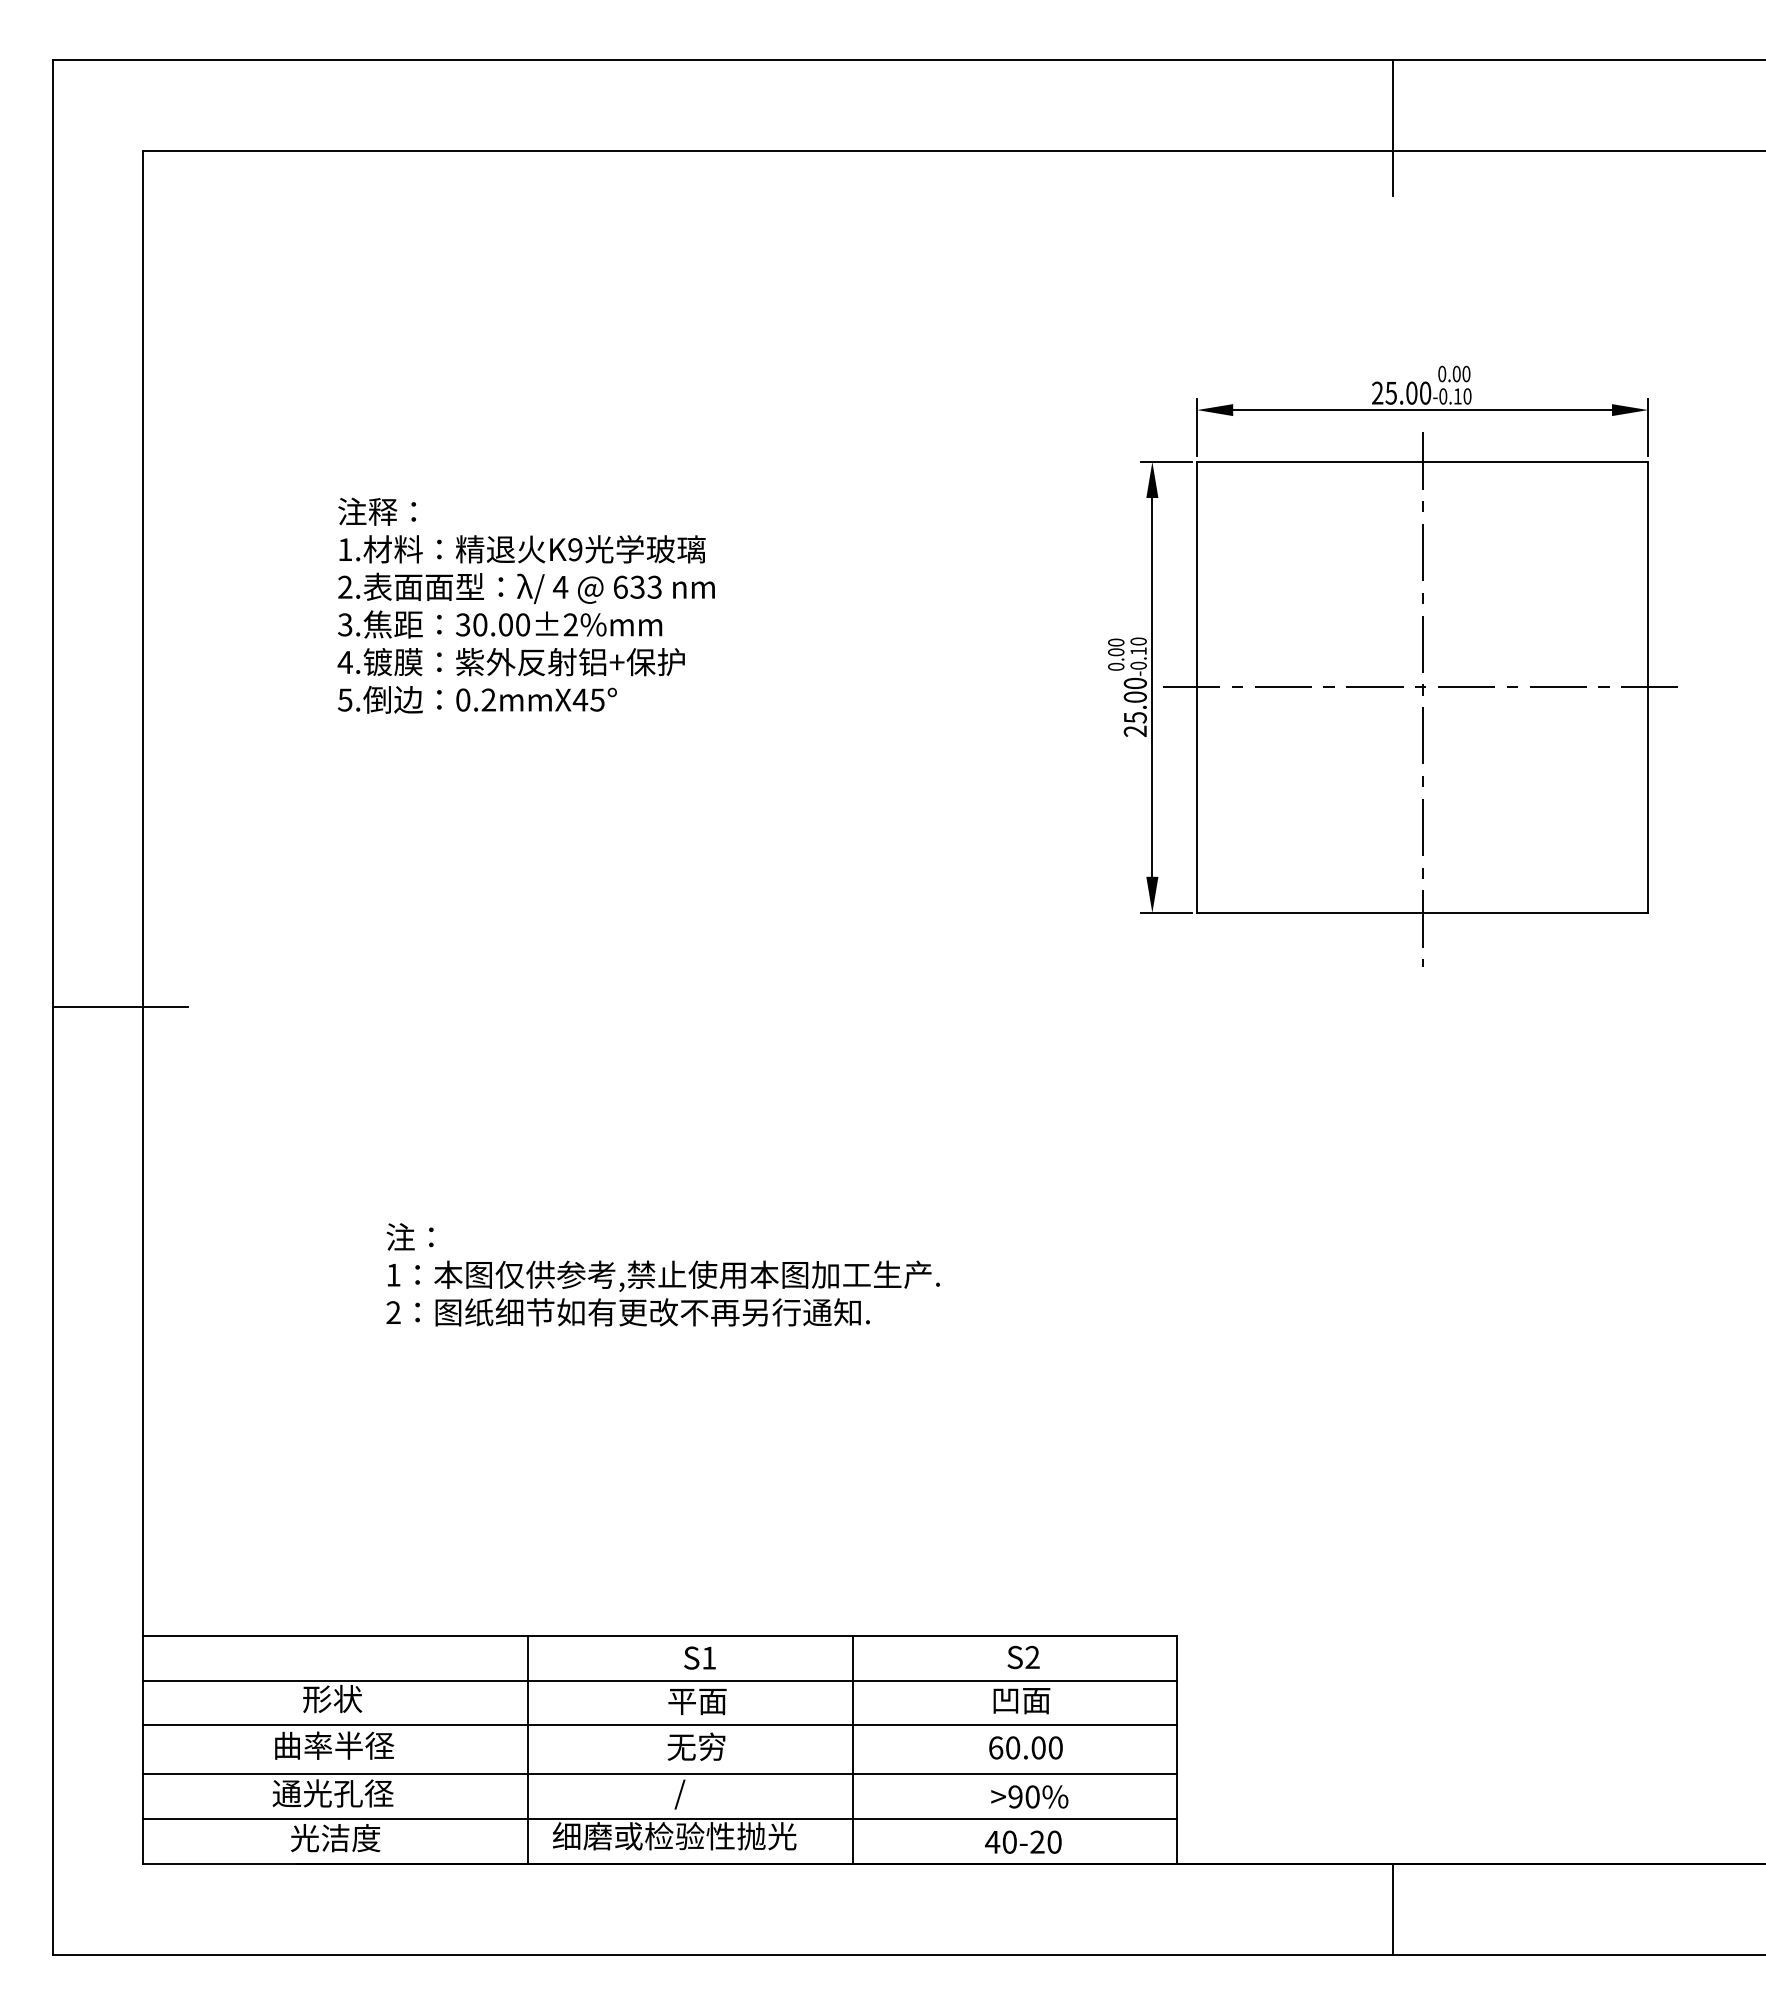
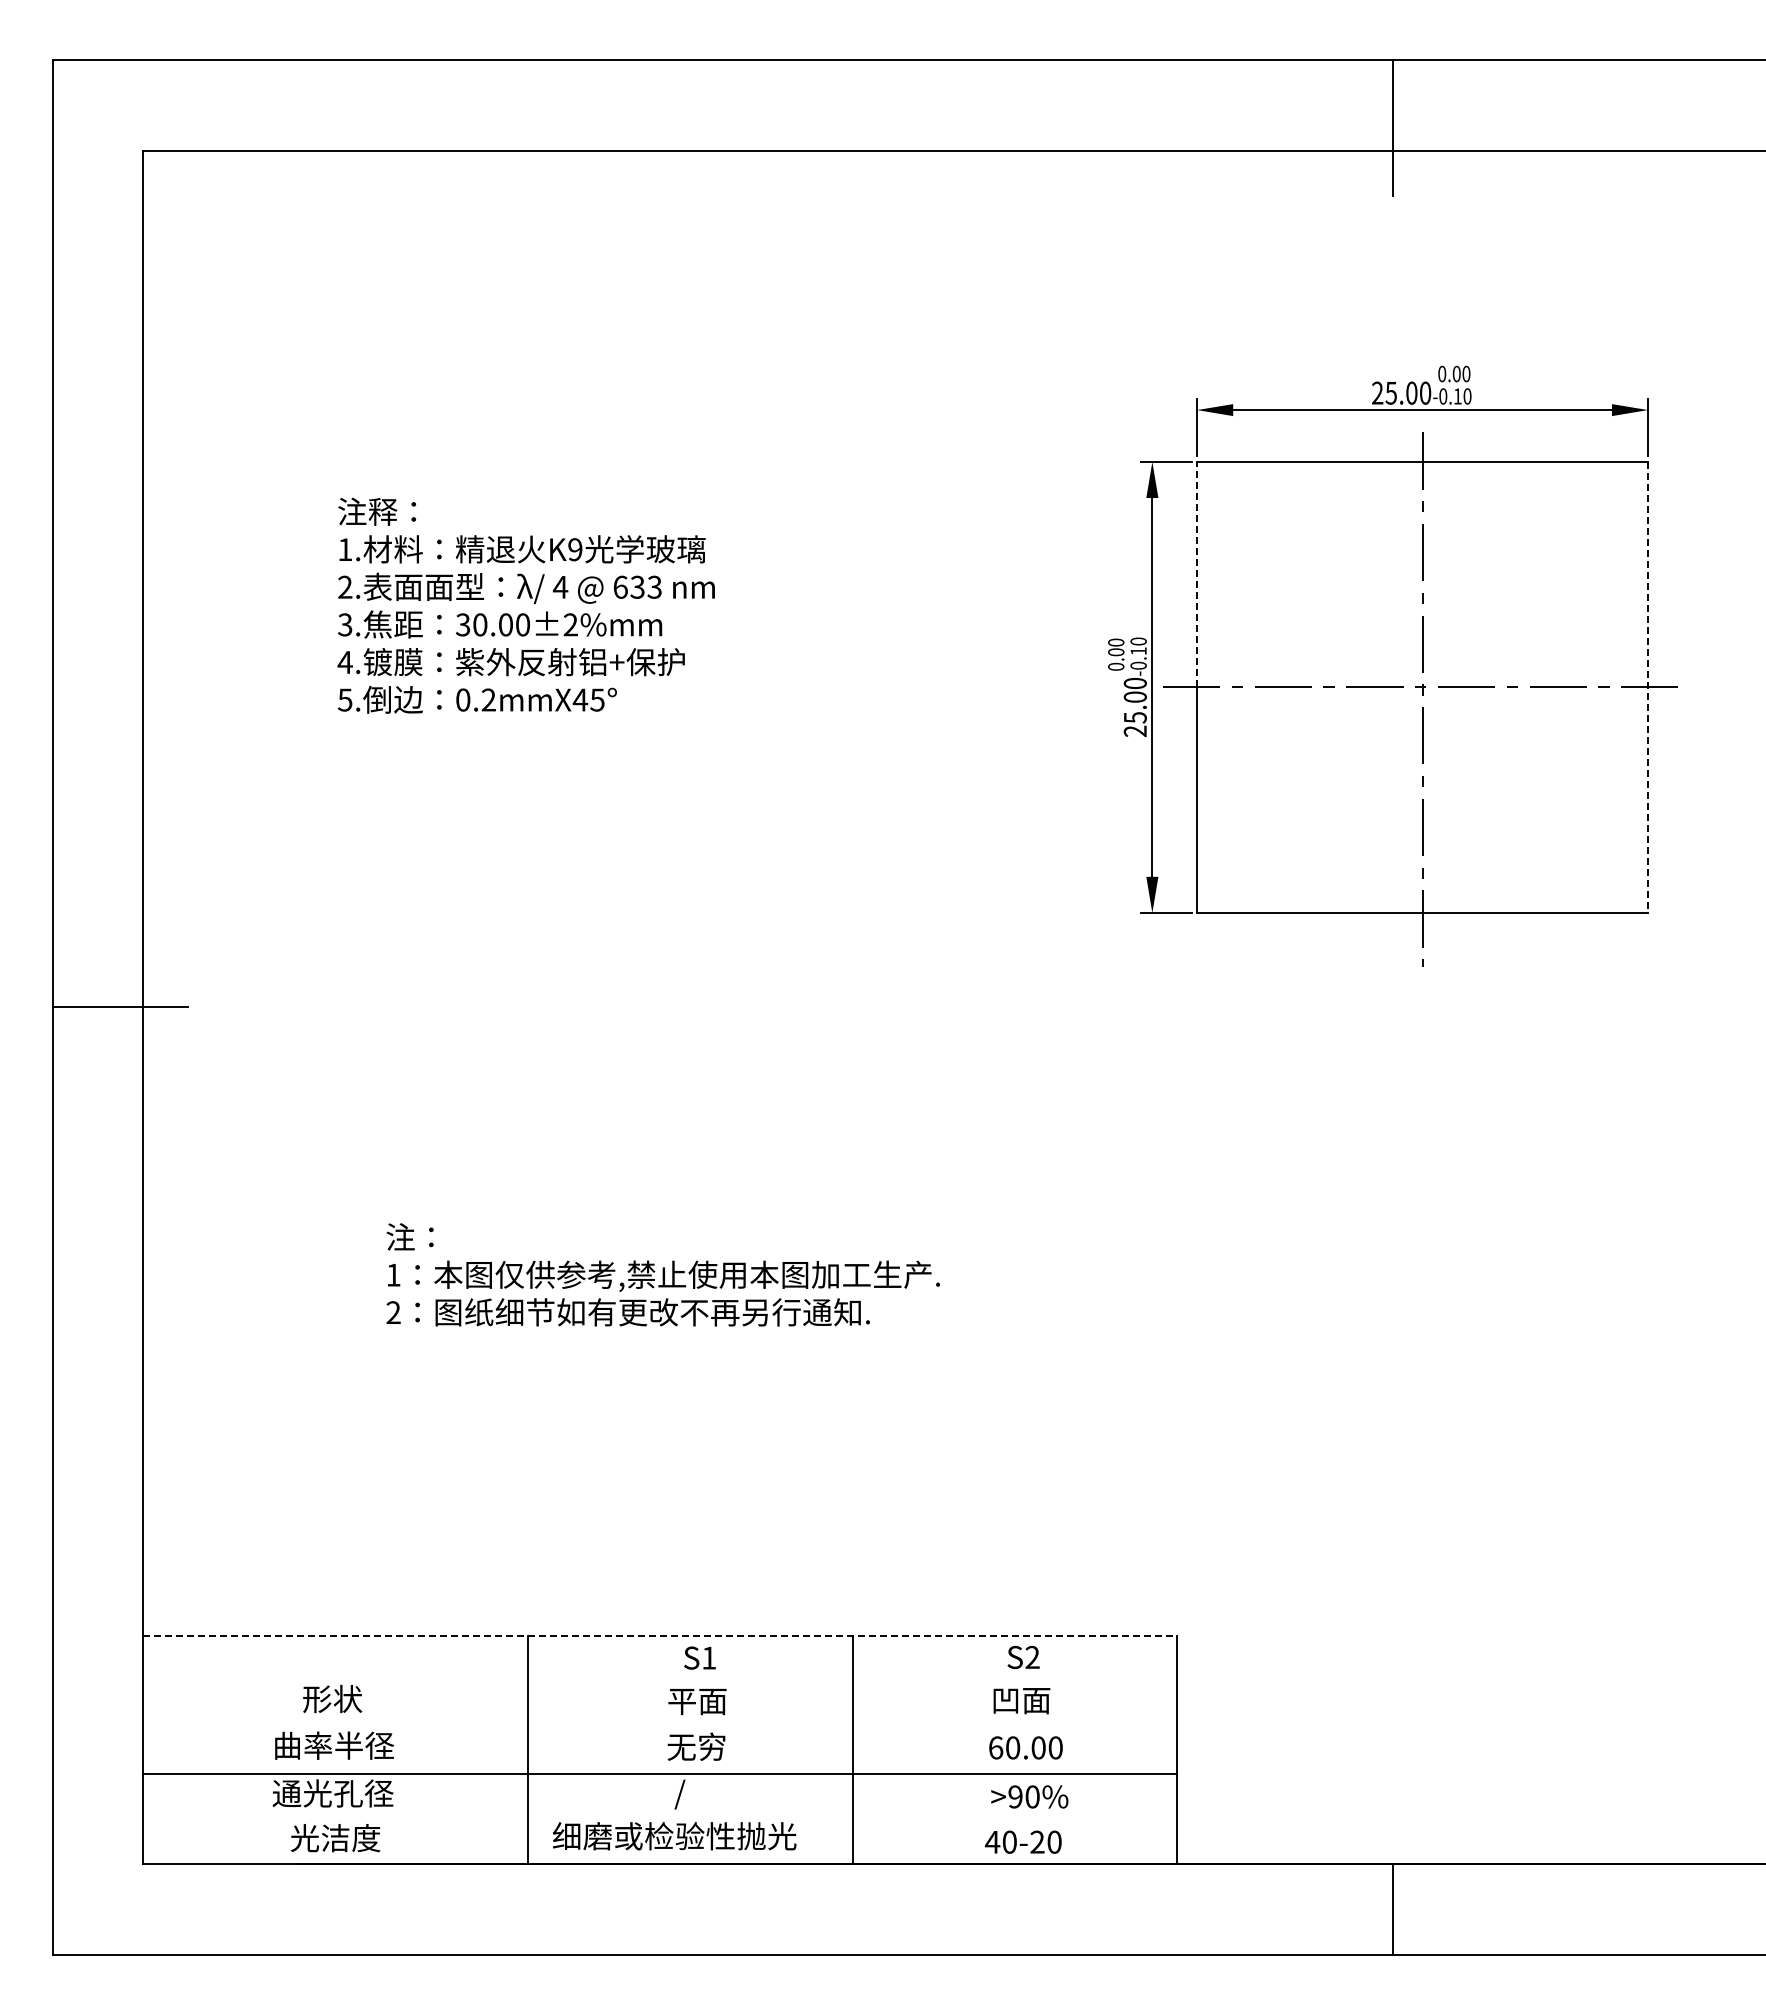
line at (1197, 574): solid -> dashed
line at (1648, 687): solid -> dashed
line at (660, 1635): solid -> dashed
line at (660, 1681): present -> none
line at (660, 1725): present -> none
line at (660, 1819): present -> none
